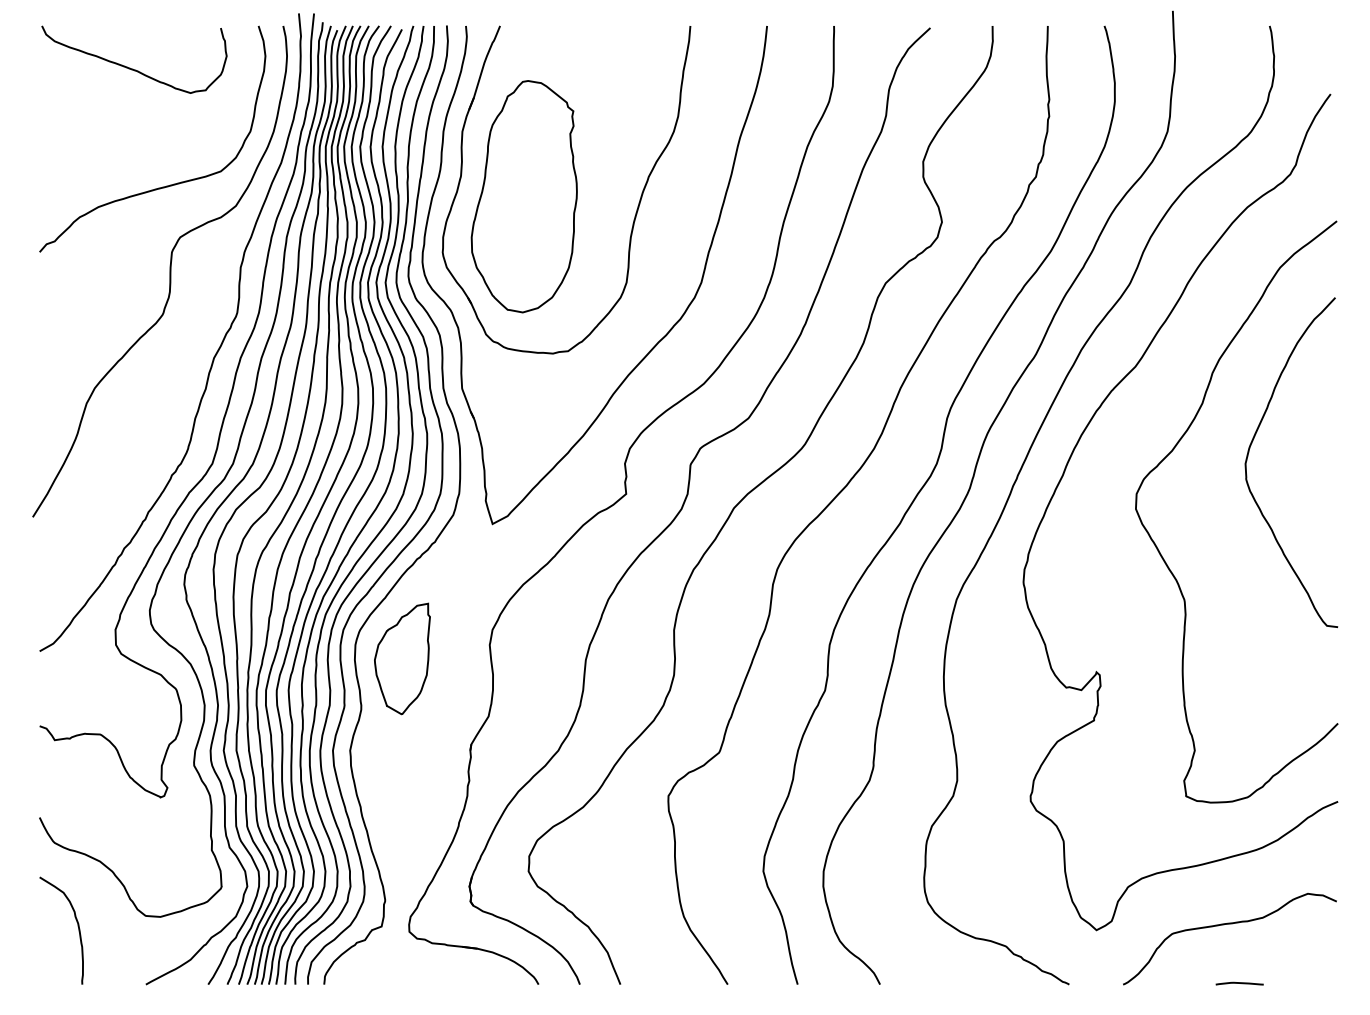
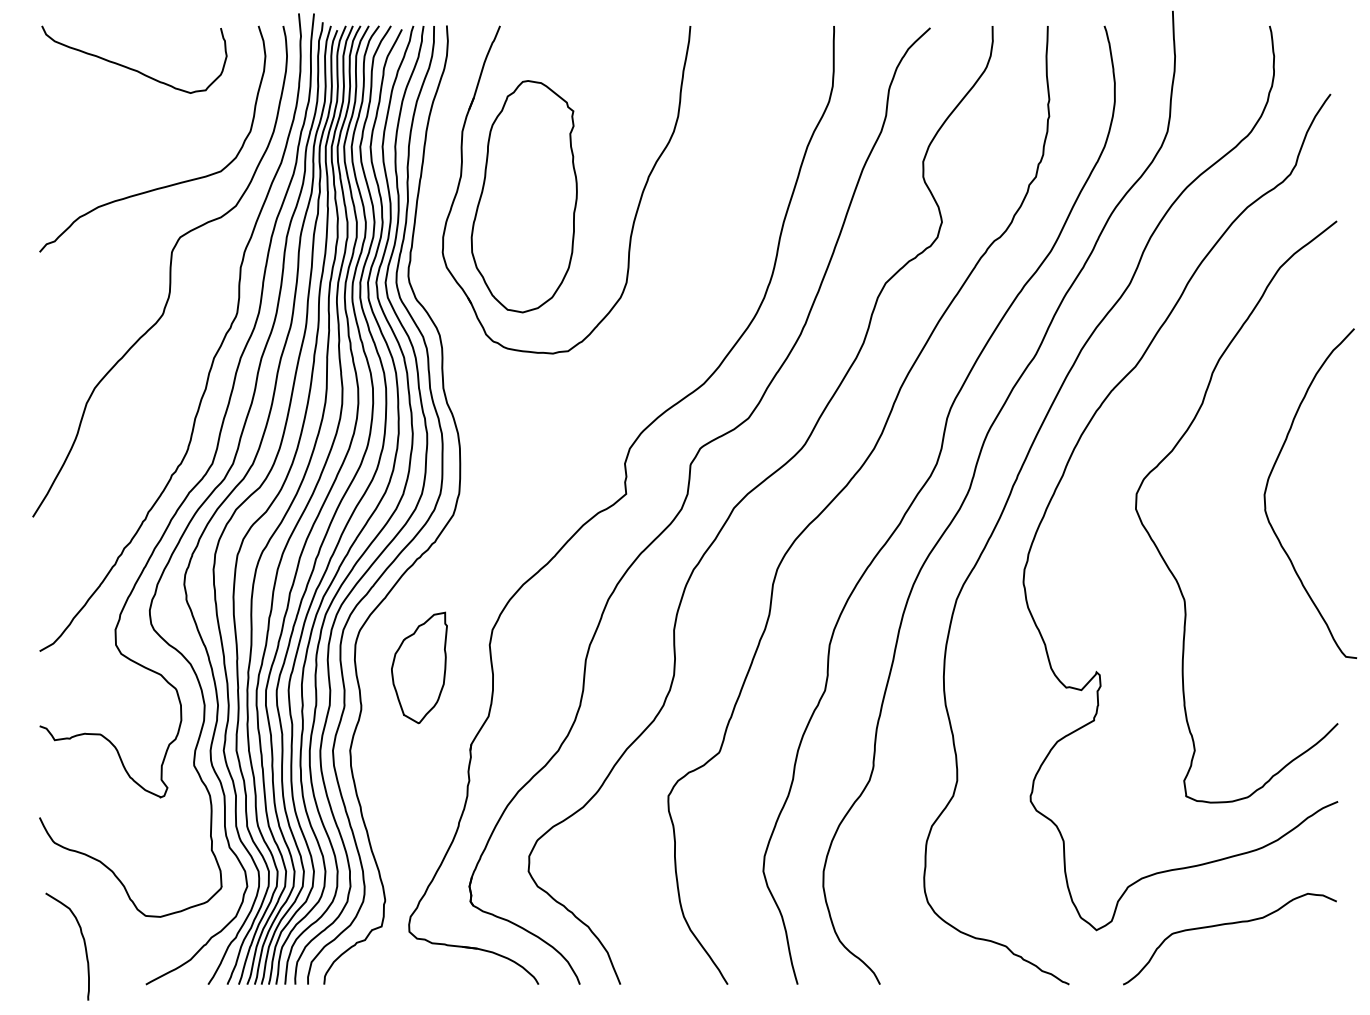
part at (659, 340): present -> none
curve at (1249, 452) position: (1249, 452) -> (1268, 483)
part at (402, 658) position: (402, 658) -> (419, 667)
curve at (77, 926) position: (77, 926) -> (83, 942)
curve at (1239, 983): present -> none
